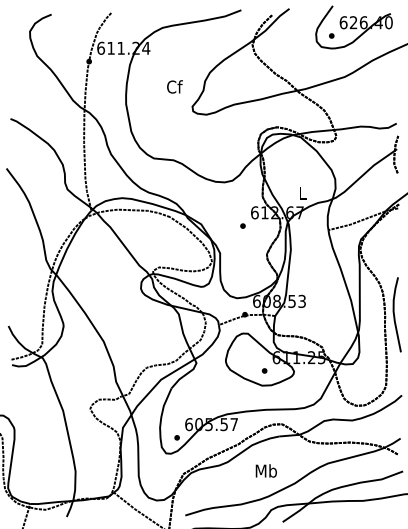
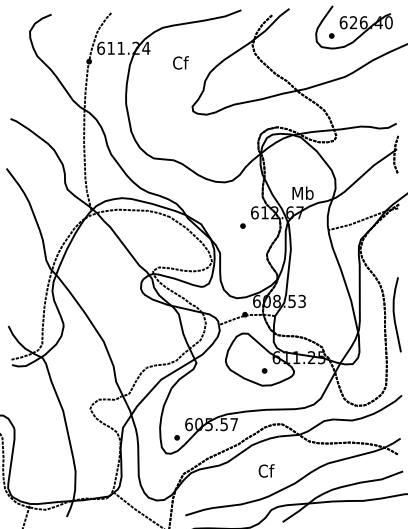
text at (174, 86) position: (174, 86) -> (180, 62)
text at (302, 192): L -> Mb
text at (265, 470): Mb -> Cf
